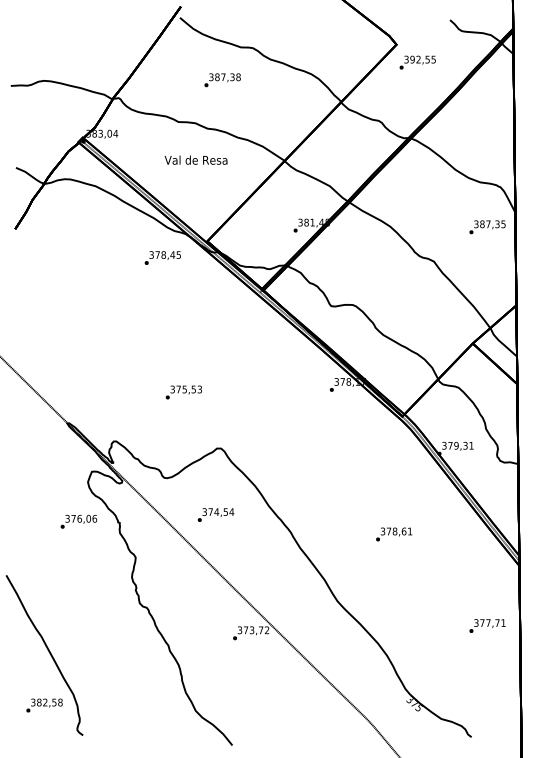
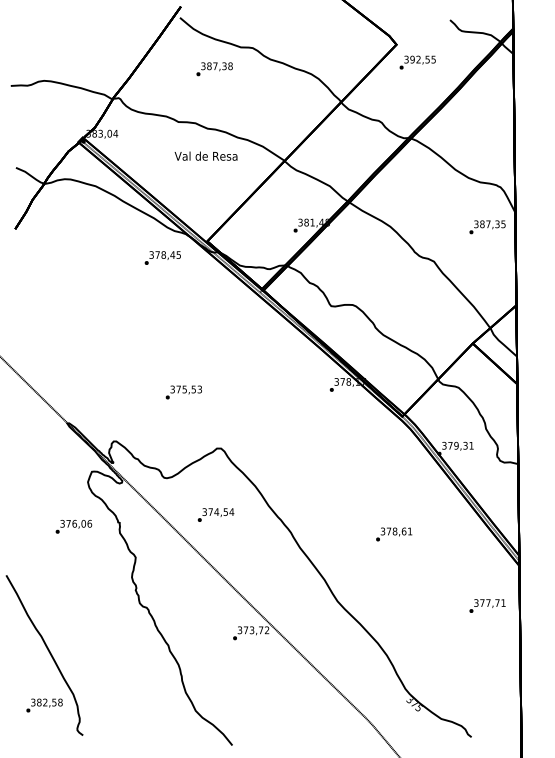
text at (222, 80) position: (222, 80) -> (214, 69)
text at (195, 159) position: (195, 159) -> (205, 155)
text at (78, 521) position: (78, 521) -> (73, 526)
text at (487, 625) position: (487, 625) -> (487, 605)
